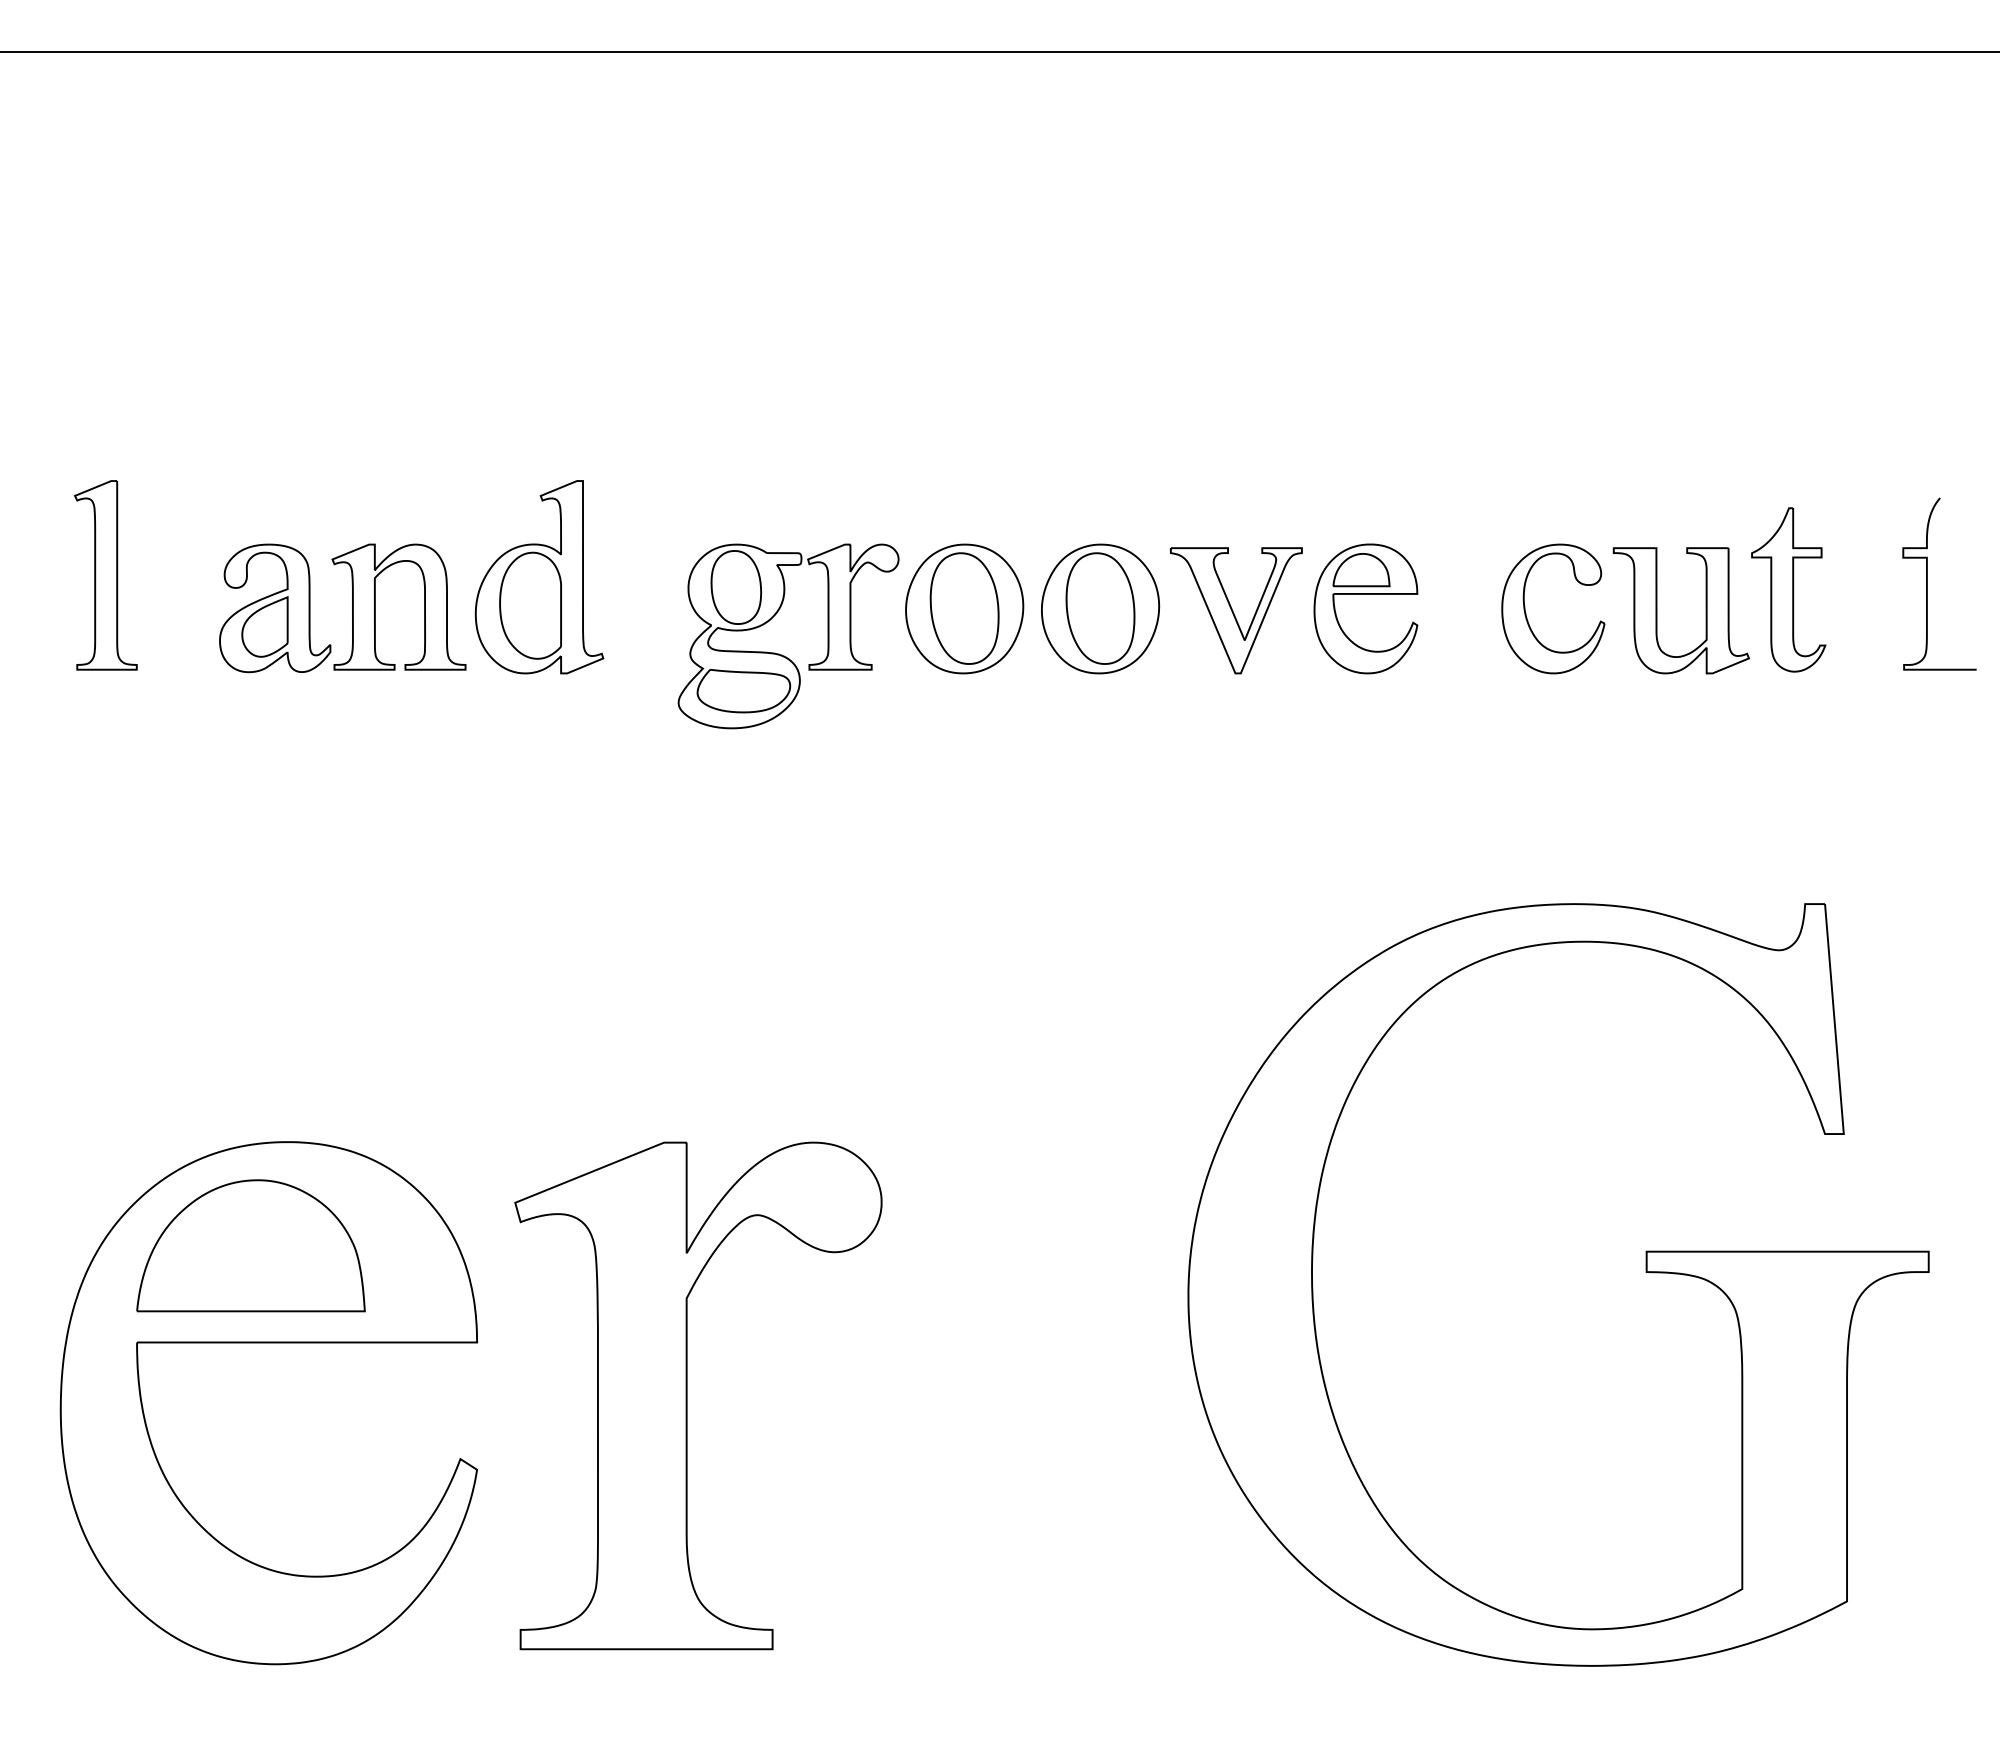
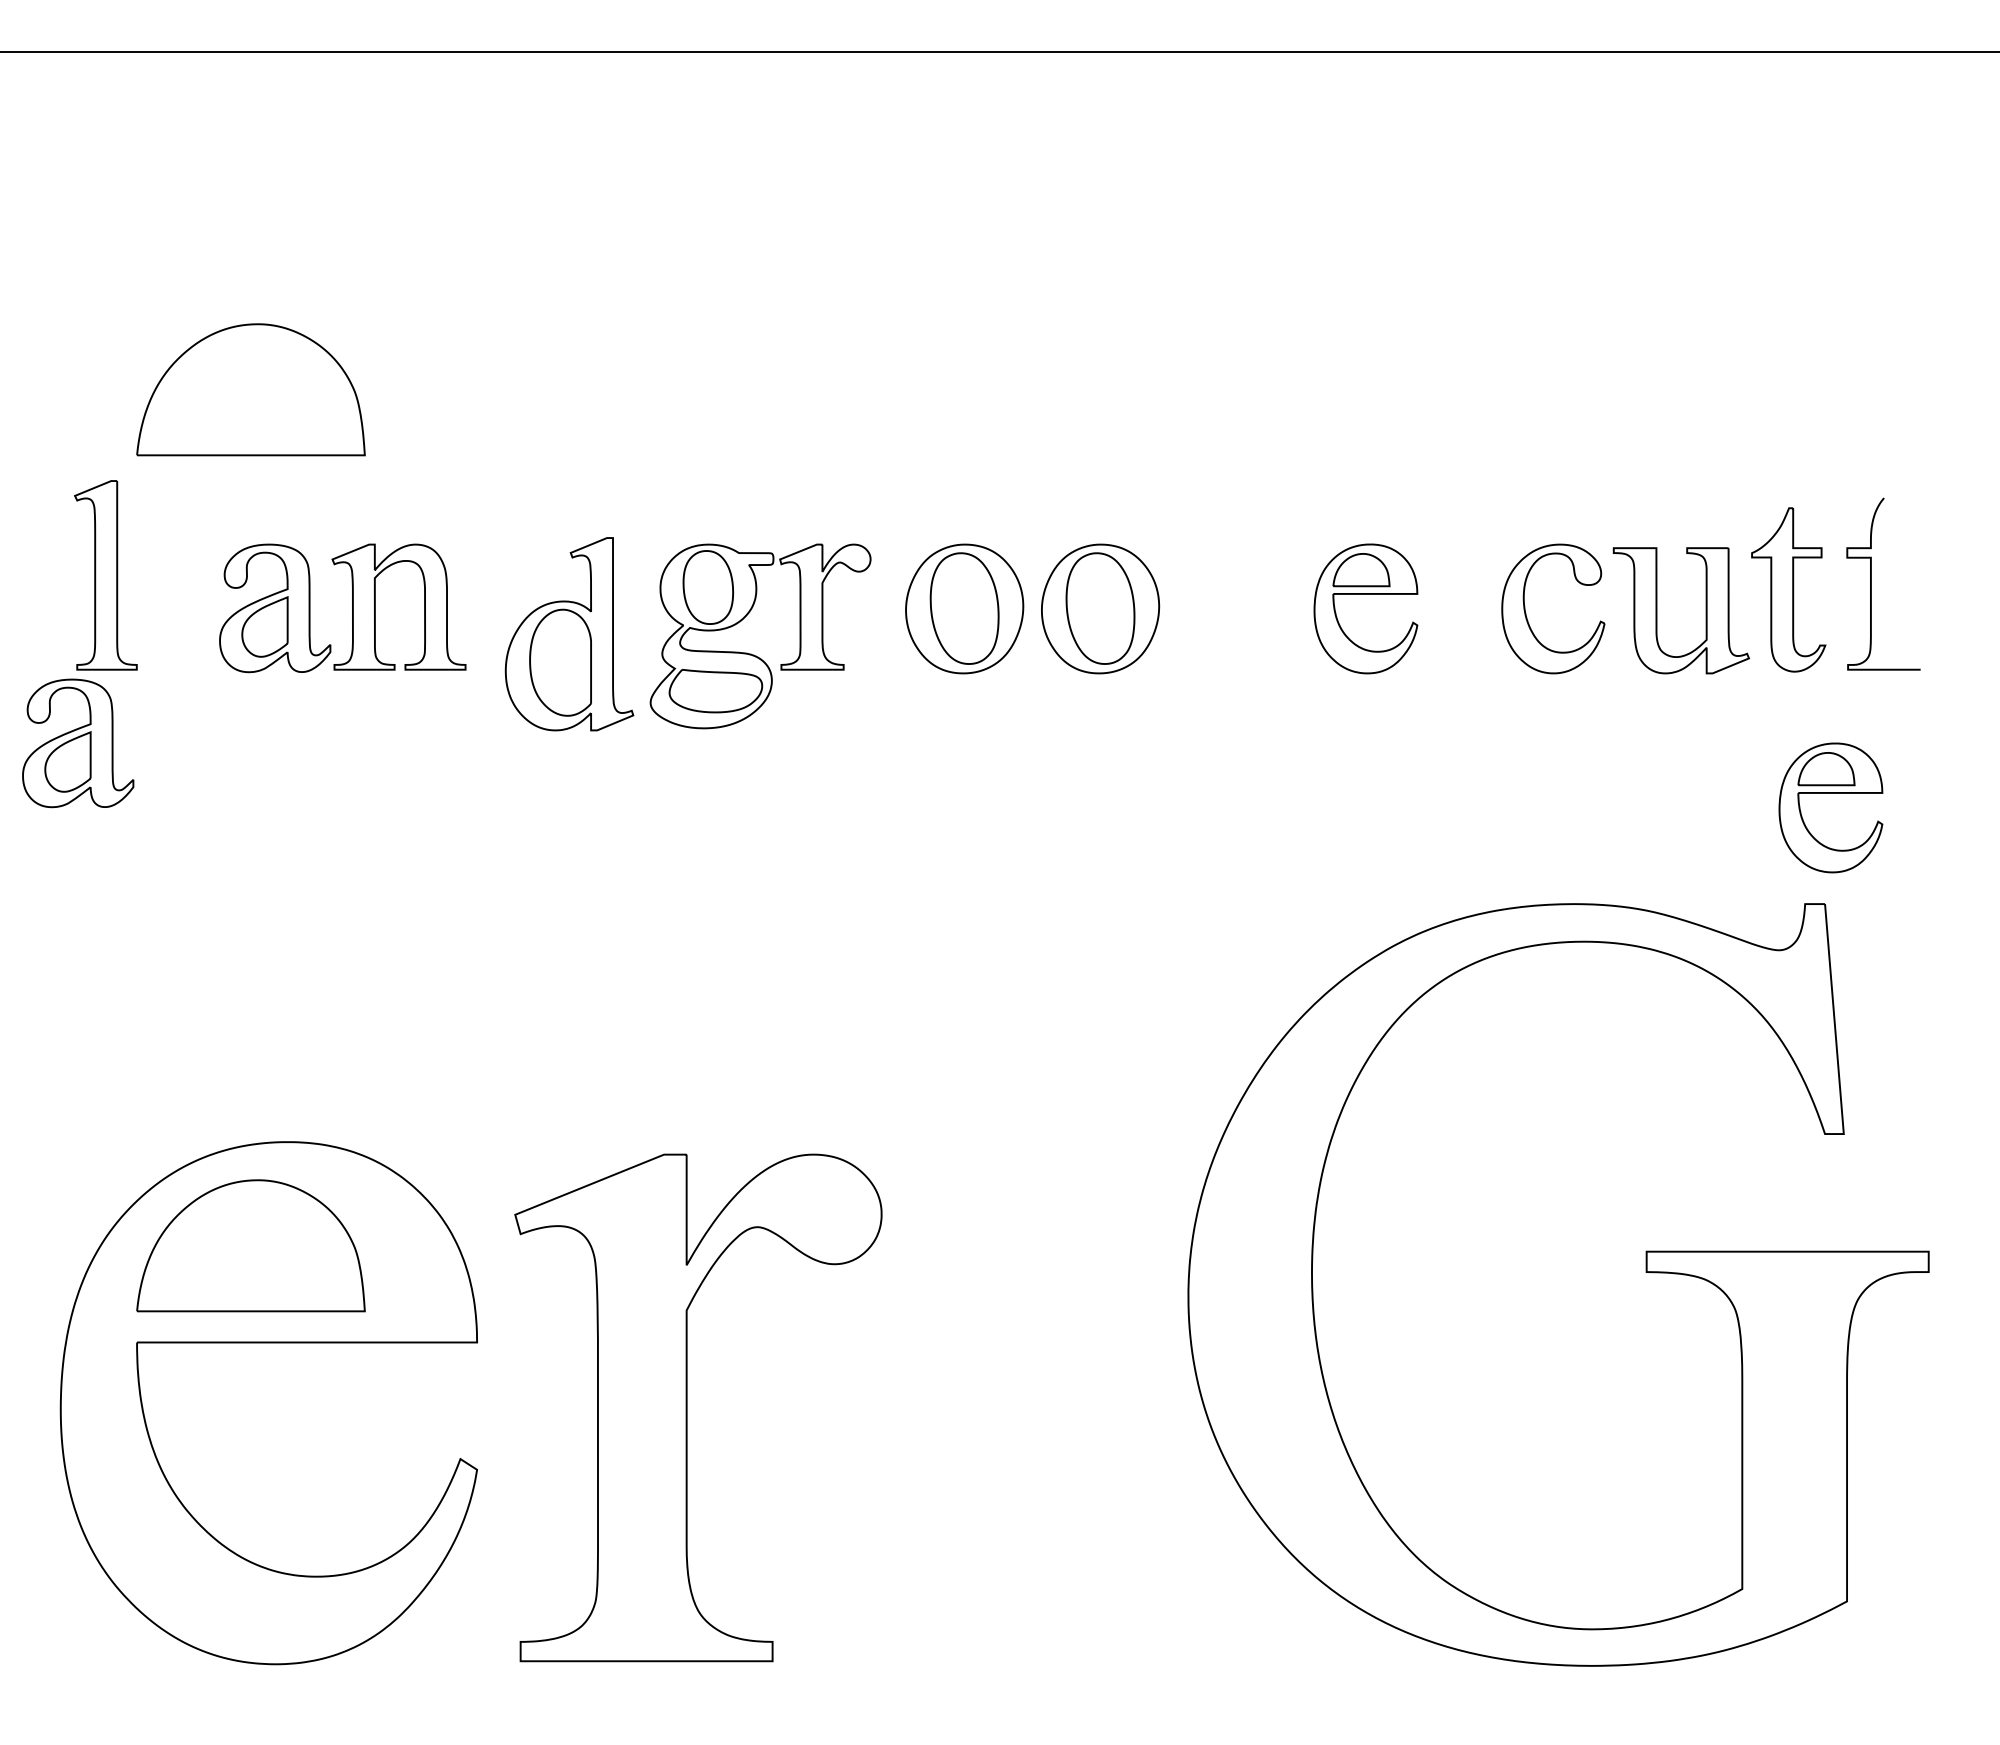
part at (250, 389): none -> present
part at (539, 577) position: (539, 577) -> (569, 634)
curve at (1927, 583) position: (1927, 583) -> (1871, 583)
part at (1236, 610): present -> none
part at (779, 653) position: (779, 653) -> (751, 653)
part at (78, 743): none -> present
part at (1830, 793): none -> present
part at (687, 1395) position: (687, 1395) -> (687, 1407)
